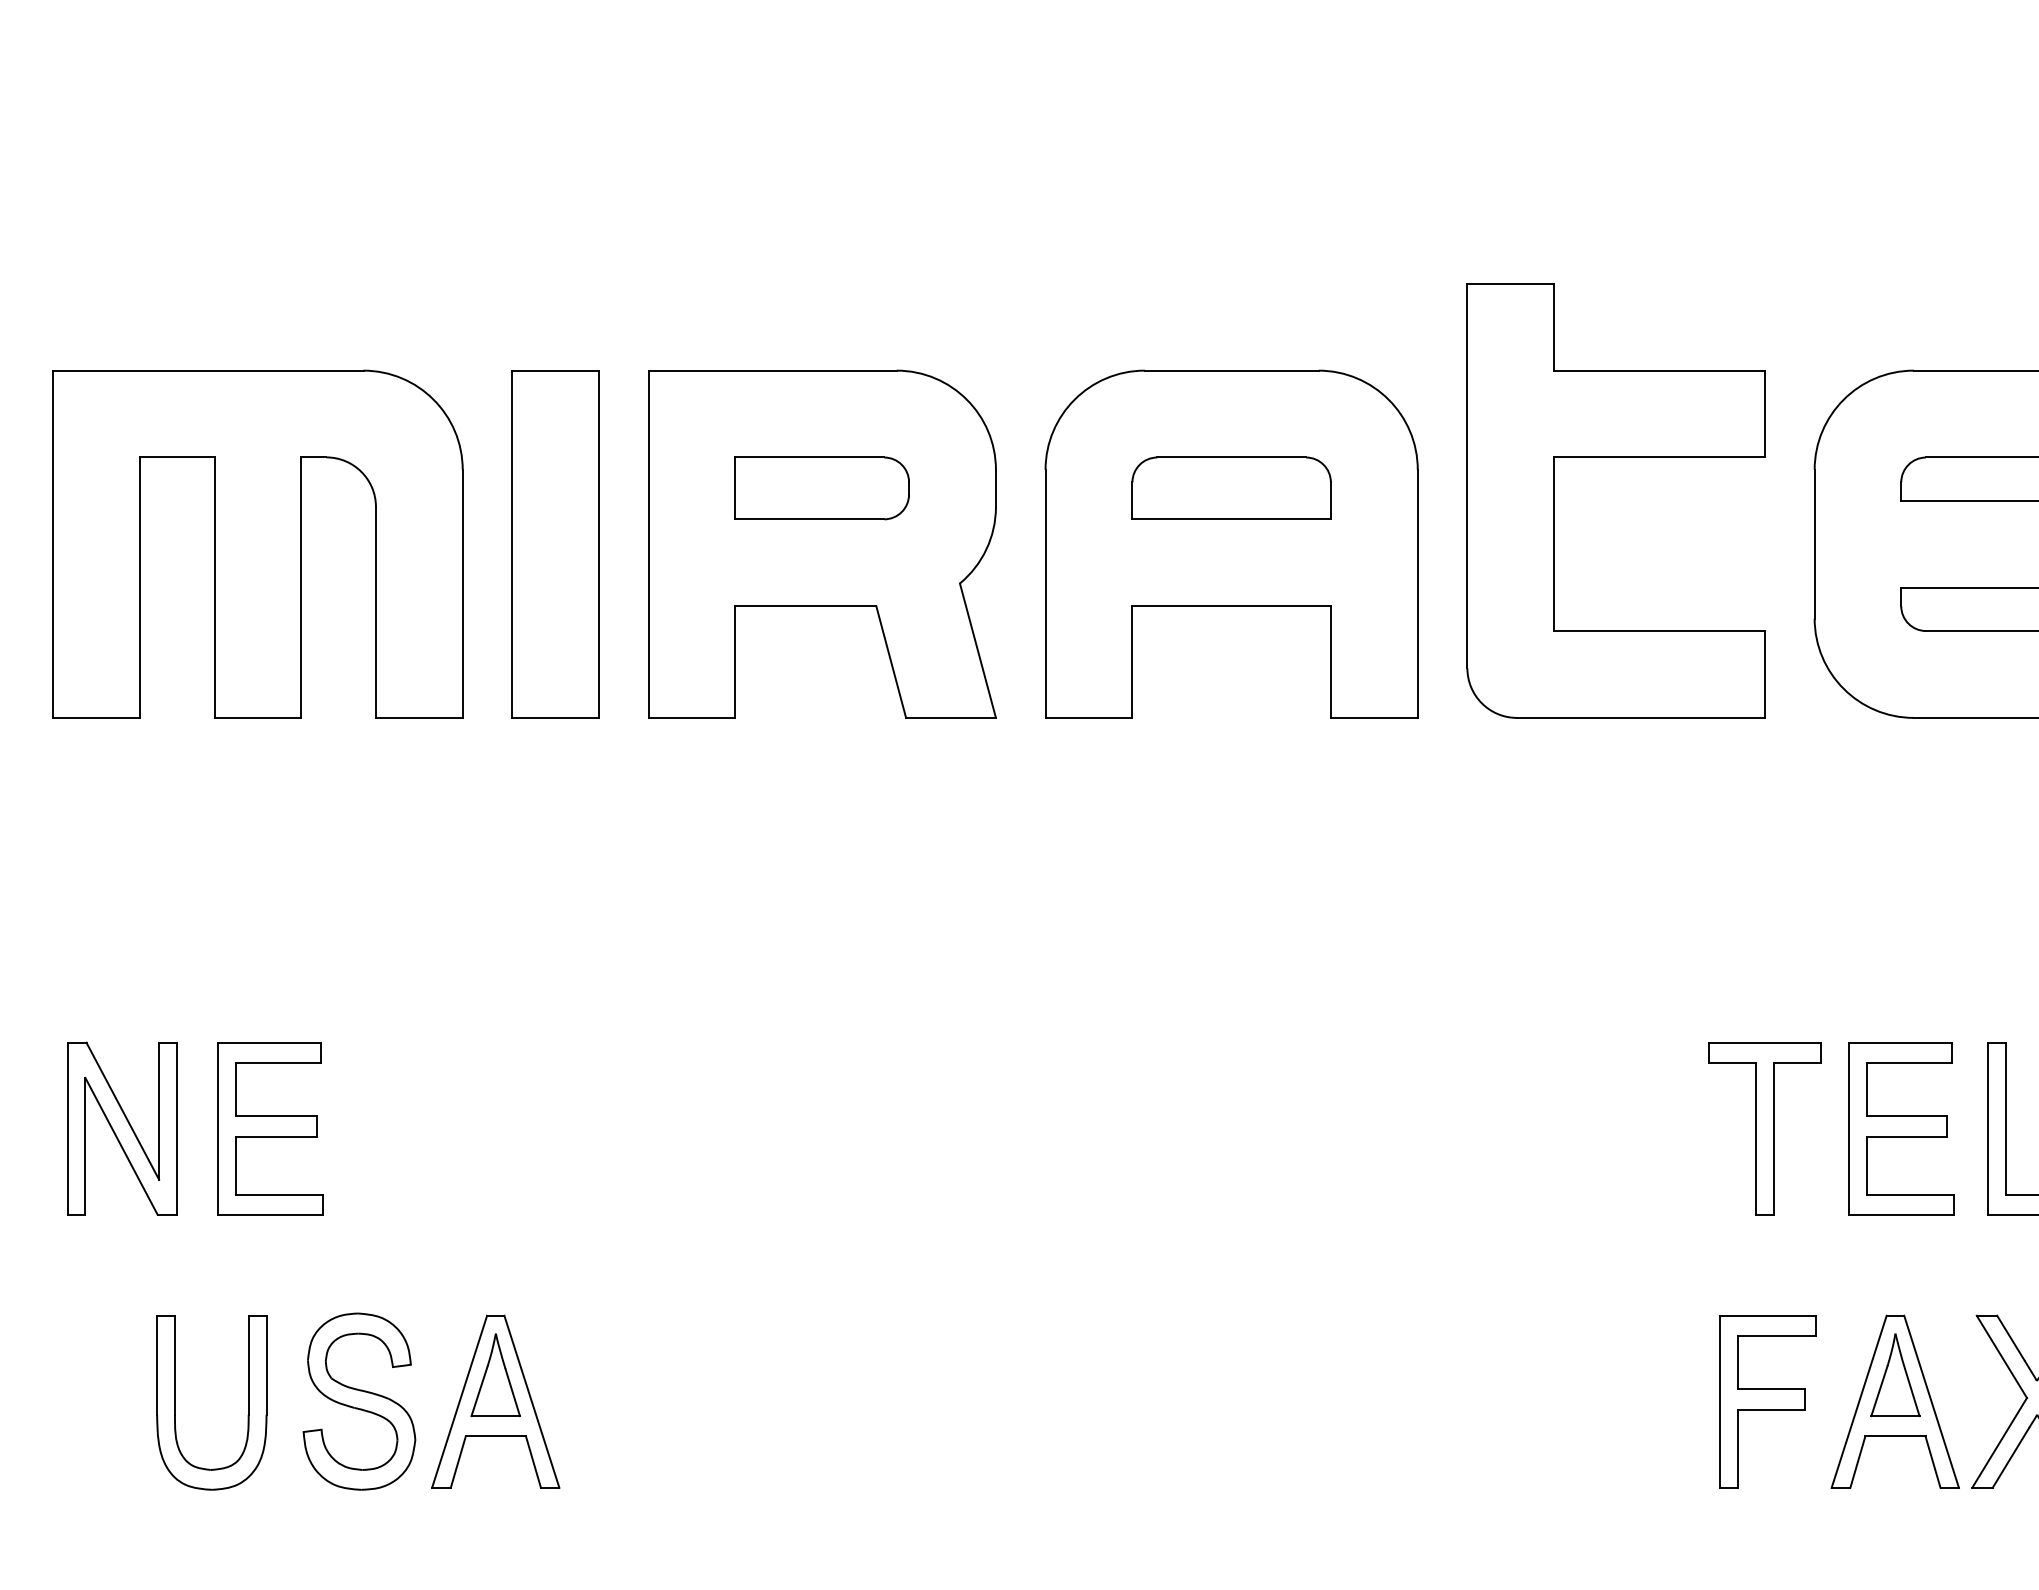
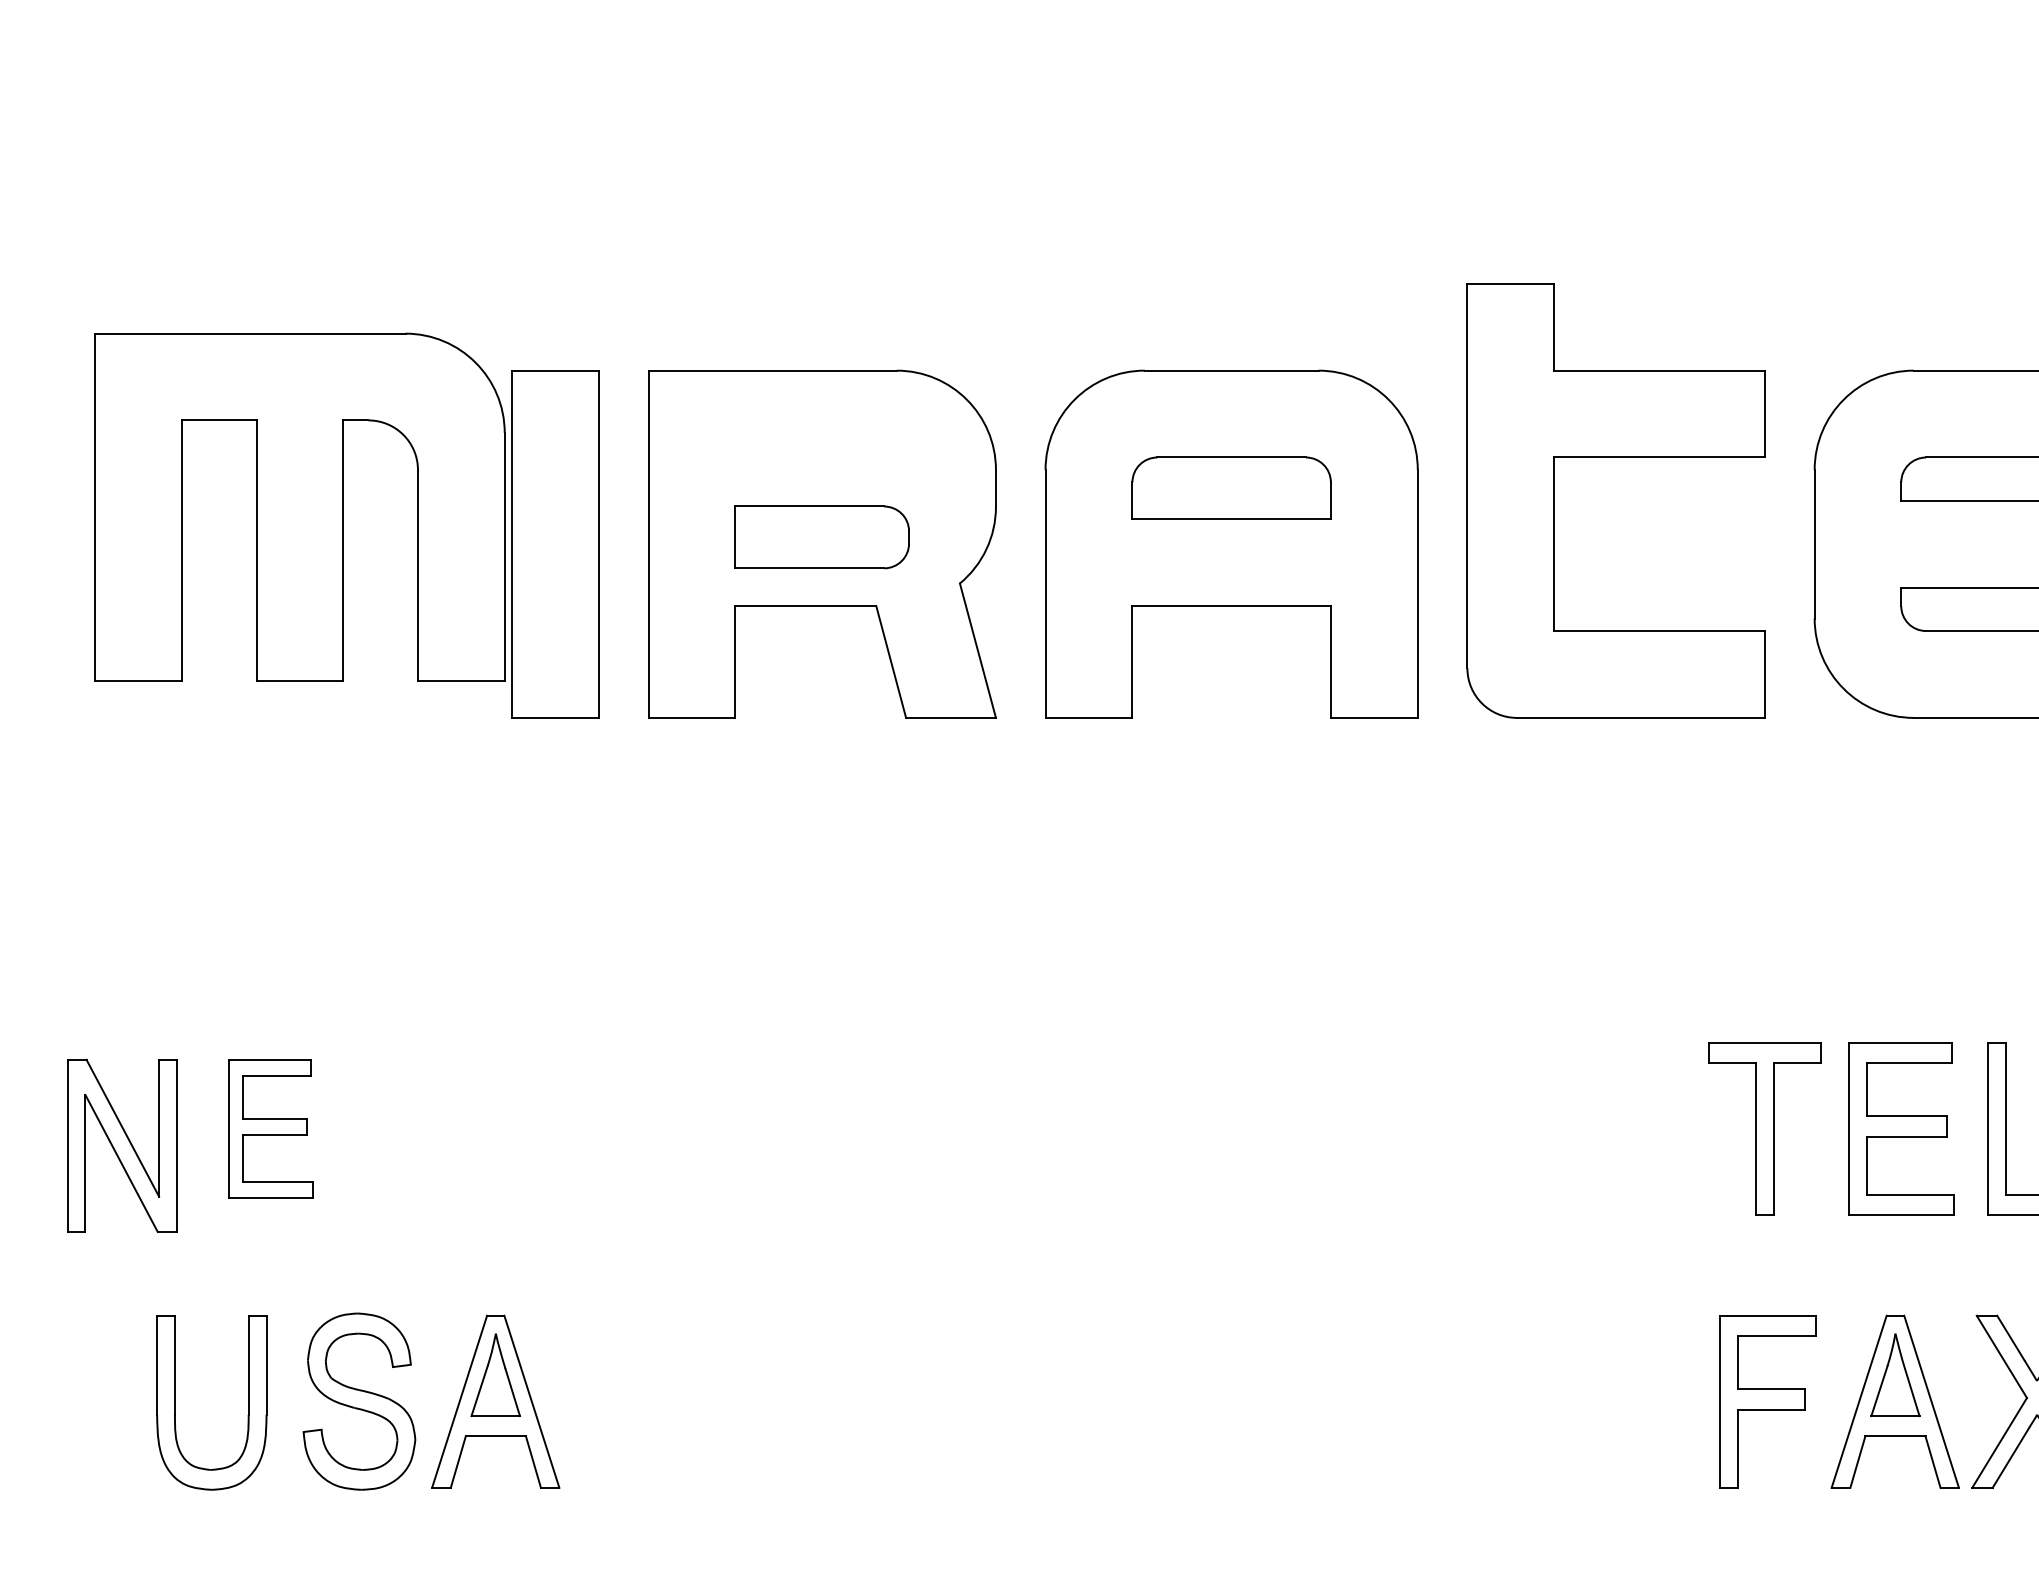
part at (821, 488) position: (821, 488) -> (821, 537)
part at (257, 543) position: (257, 543) -> (299, 506)
part at (122, 1128) position: (122, 1128) -> (122, 1145)
part at (270, 1128) size: 107x174 px -> 86x140 px
